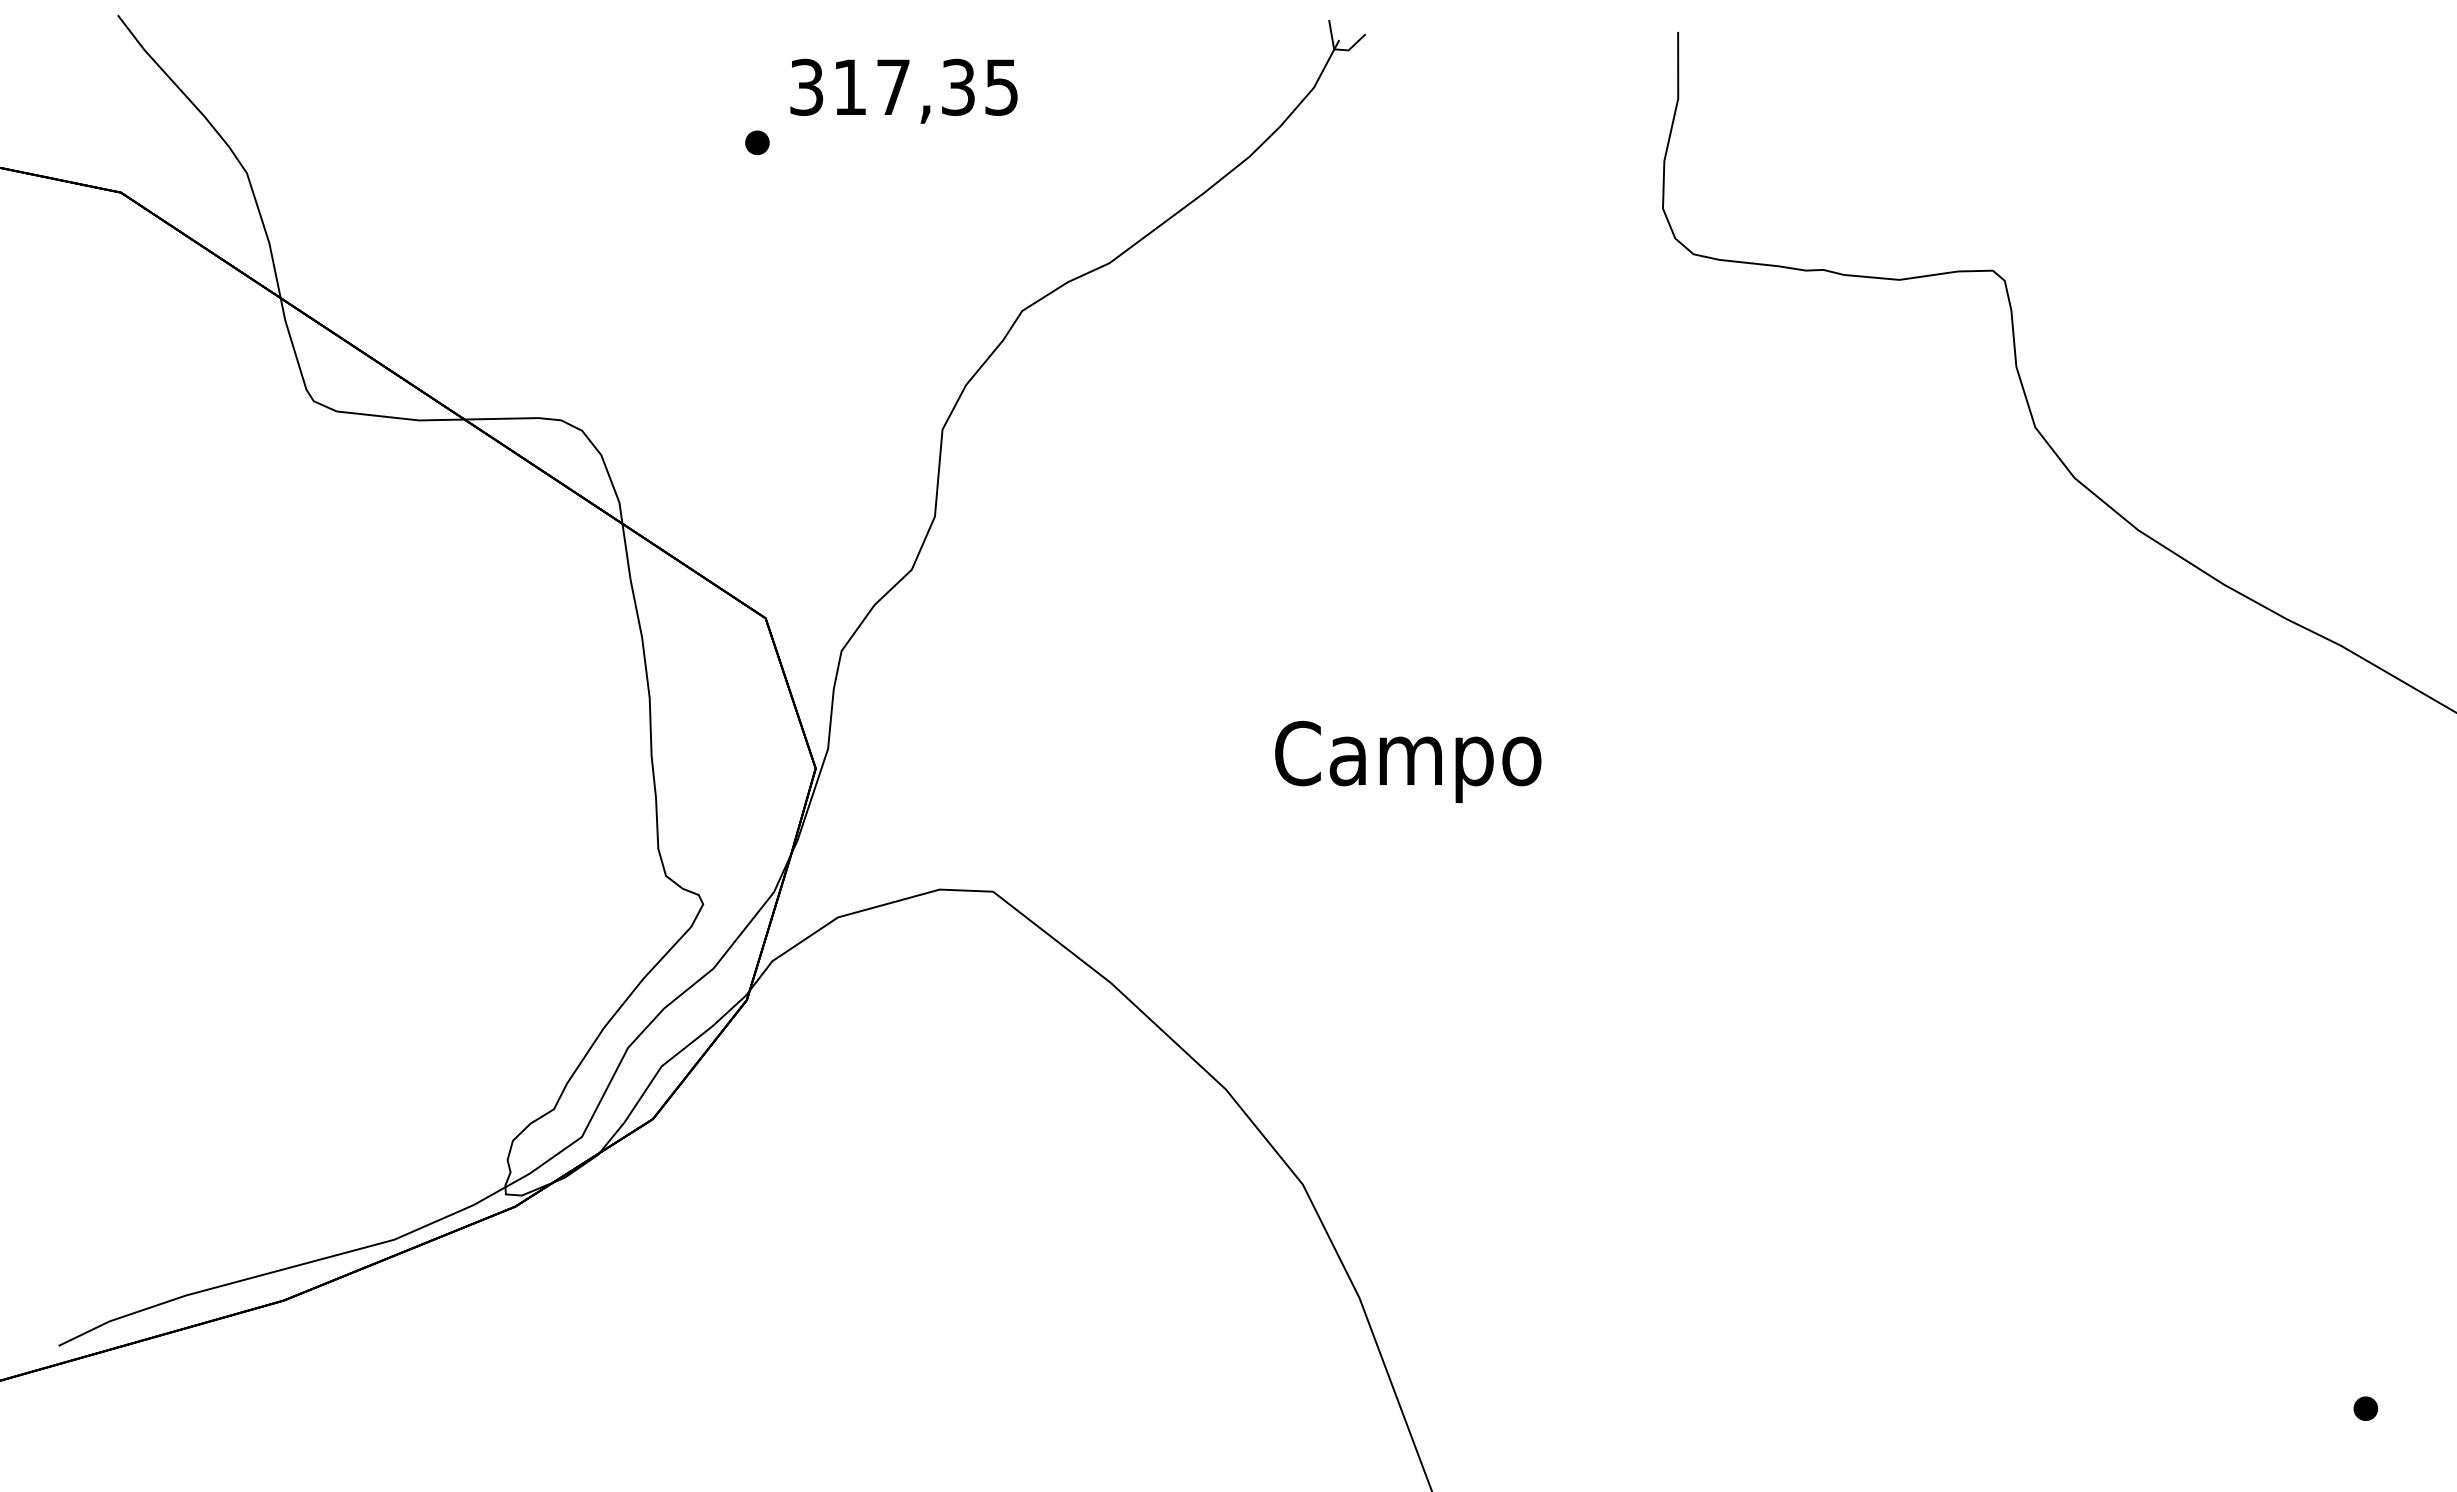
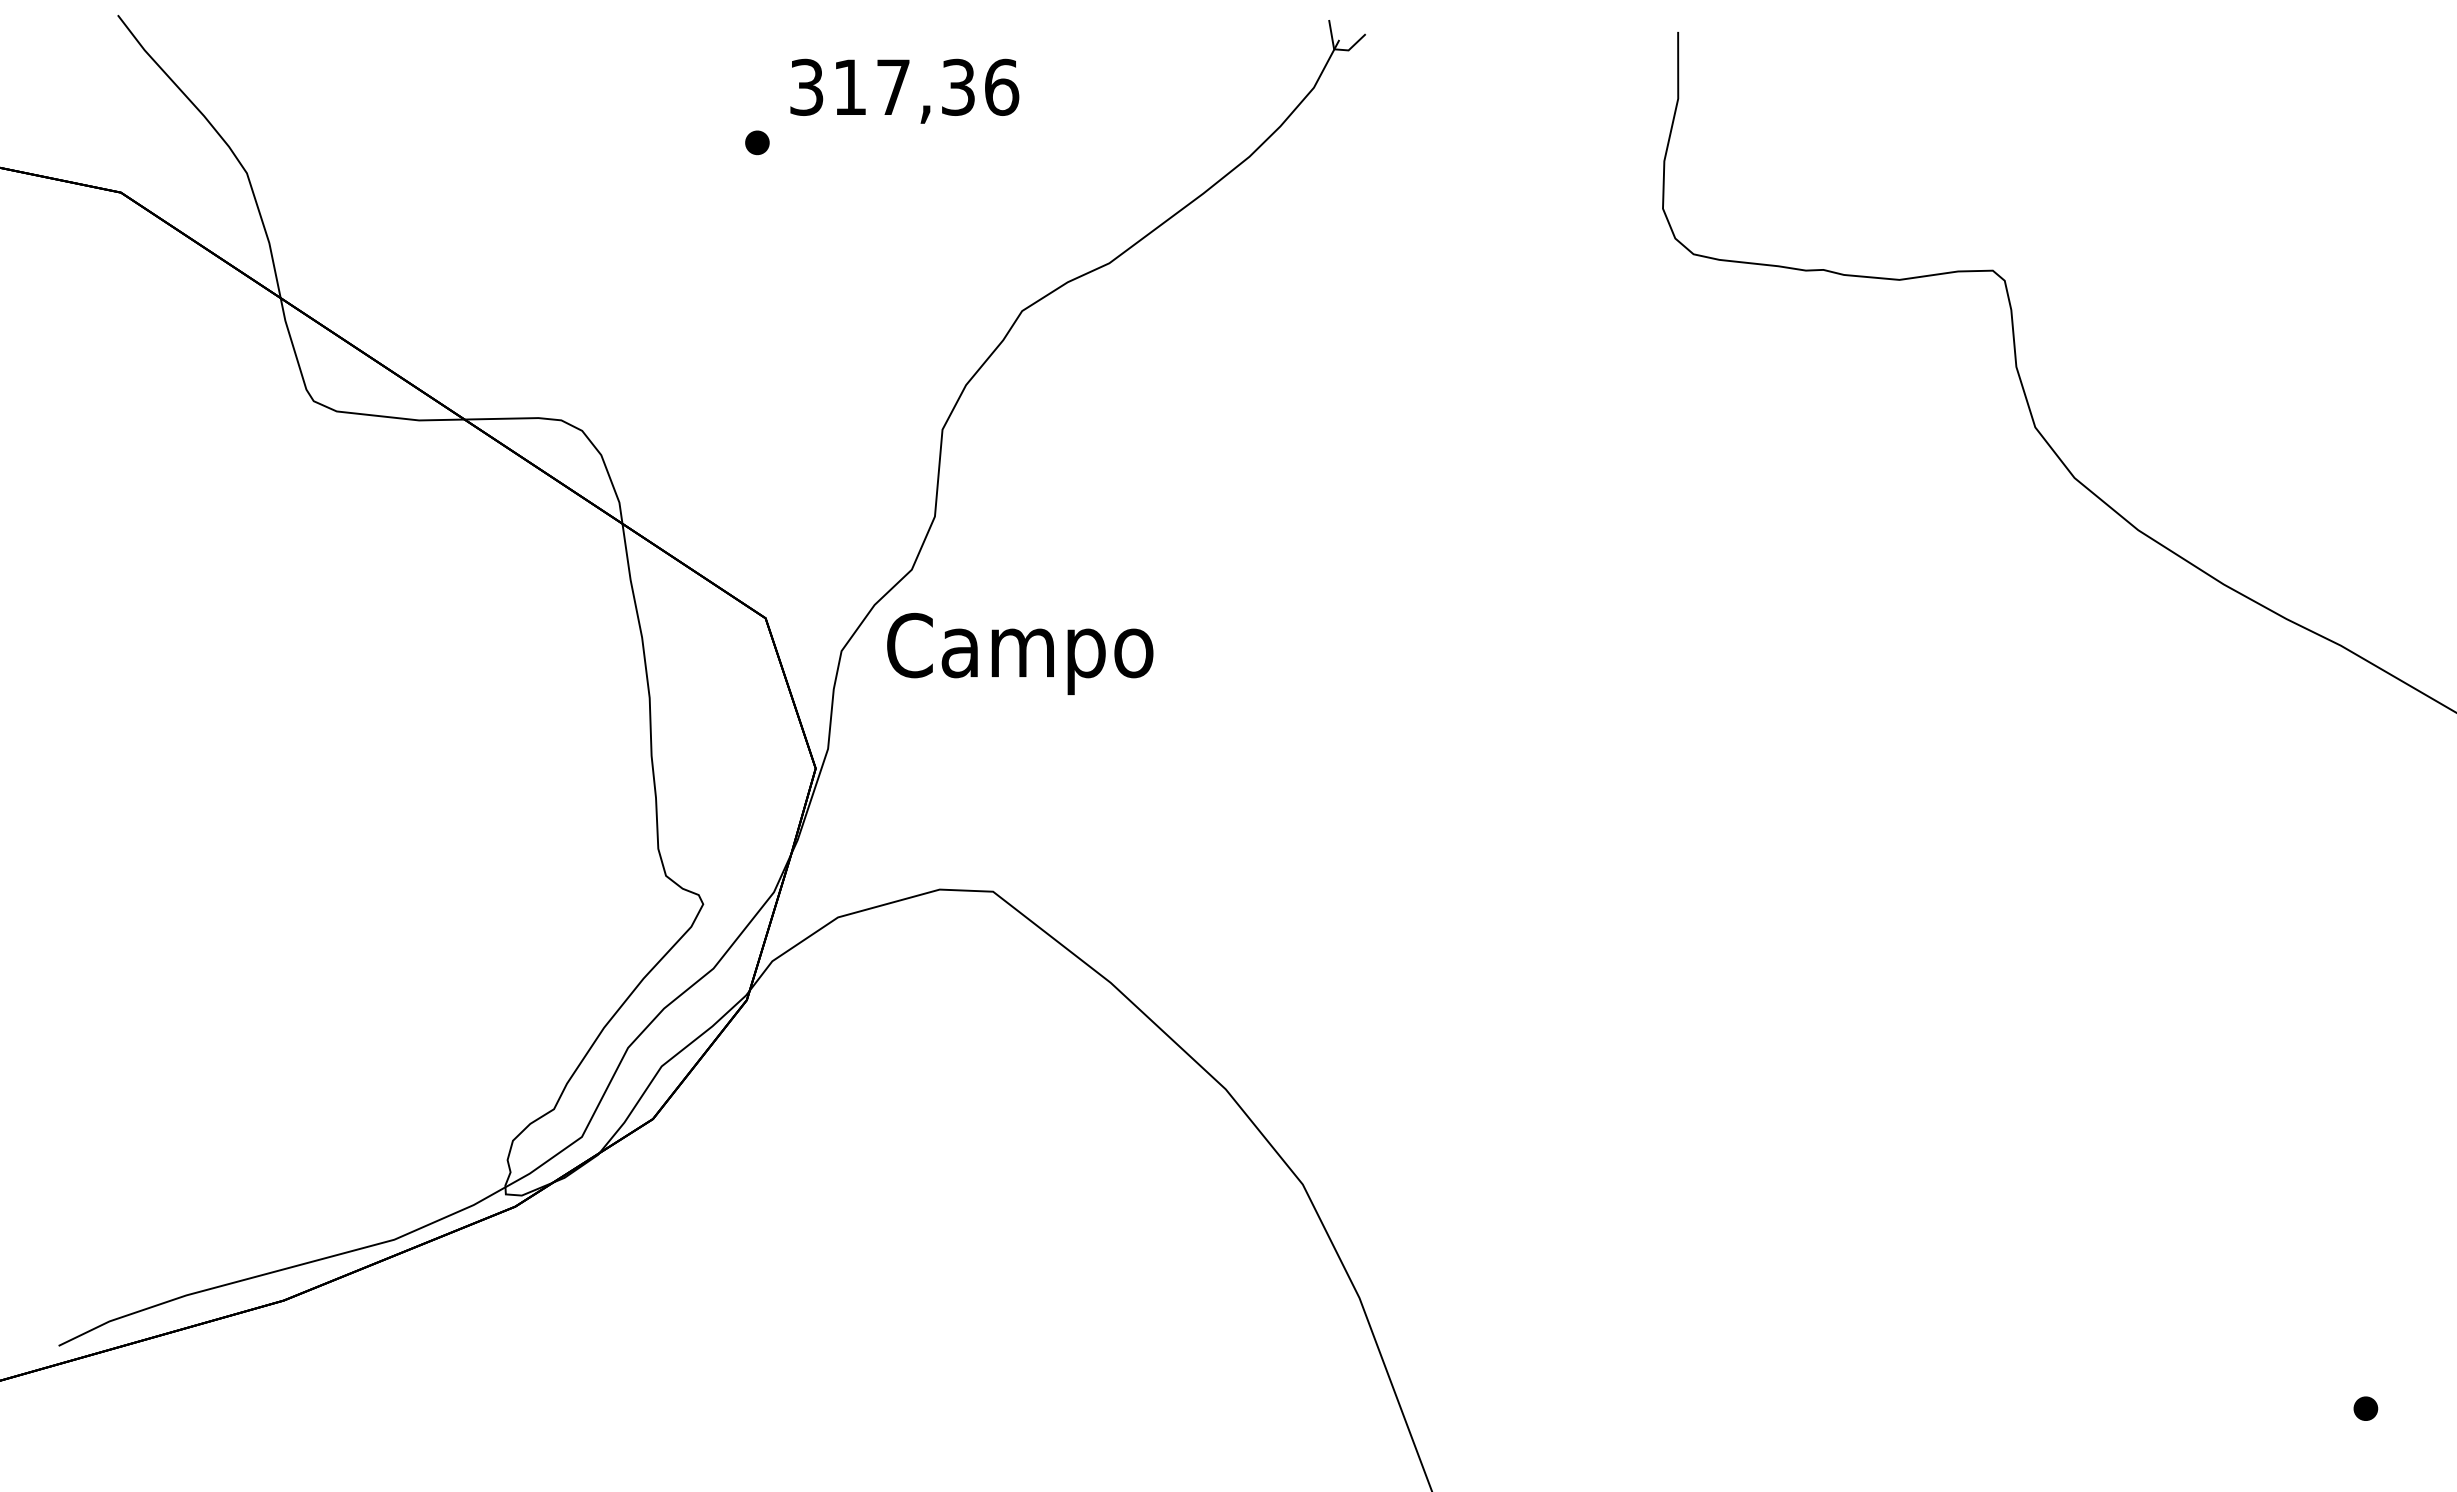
text at (1002, 86): 317,35 -> 317,36
text at (1408, 761) position: (1408, 761) -> (1020, 653)
